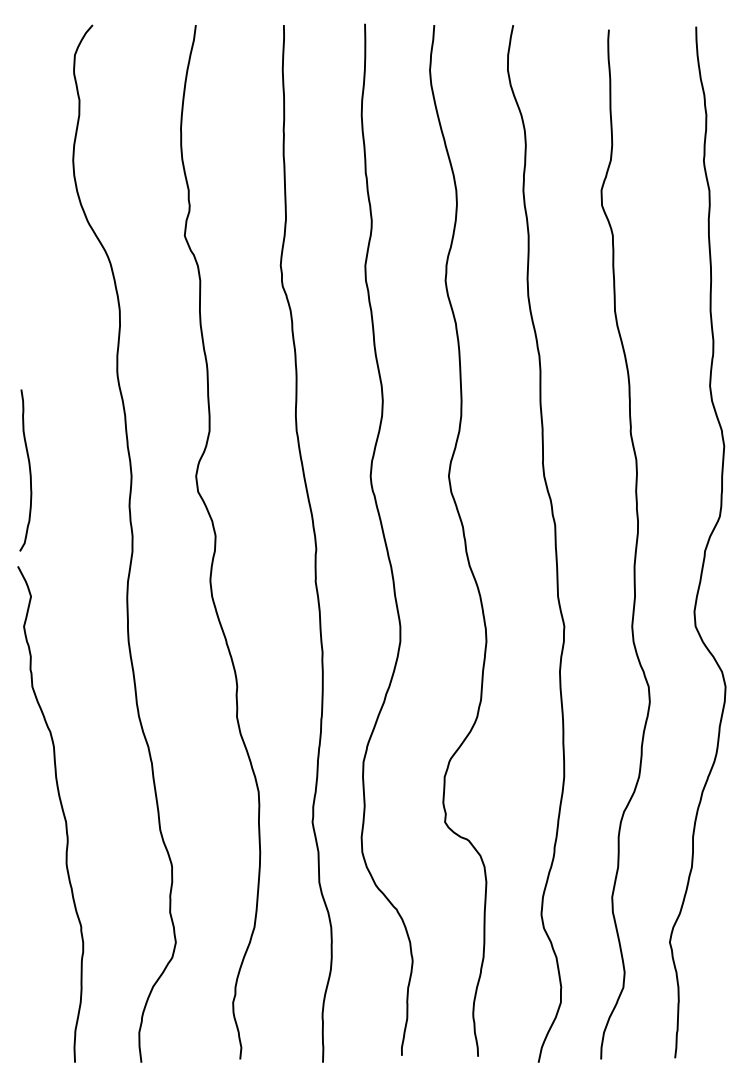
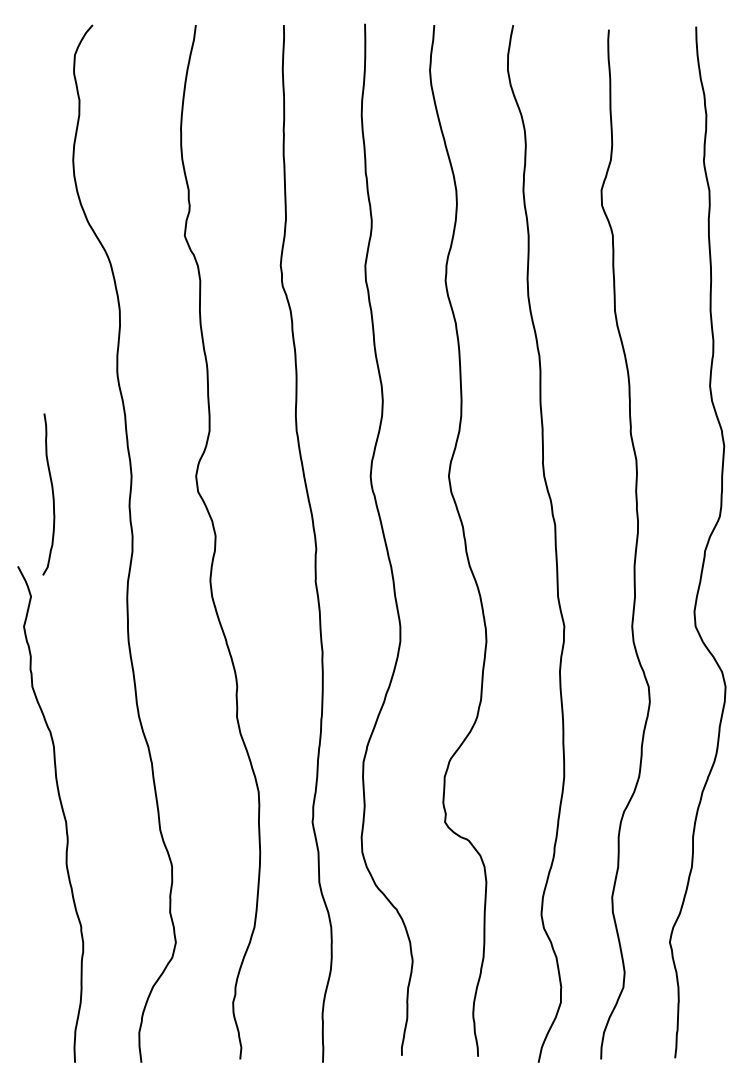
curve at (29, 470) position: (29, 470) -> (52, 494)
